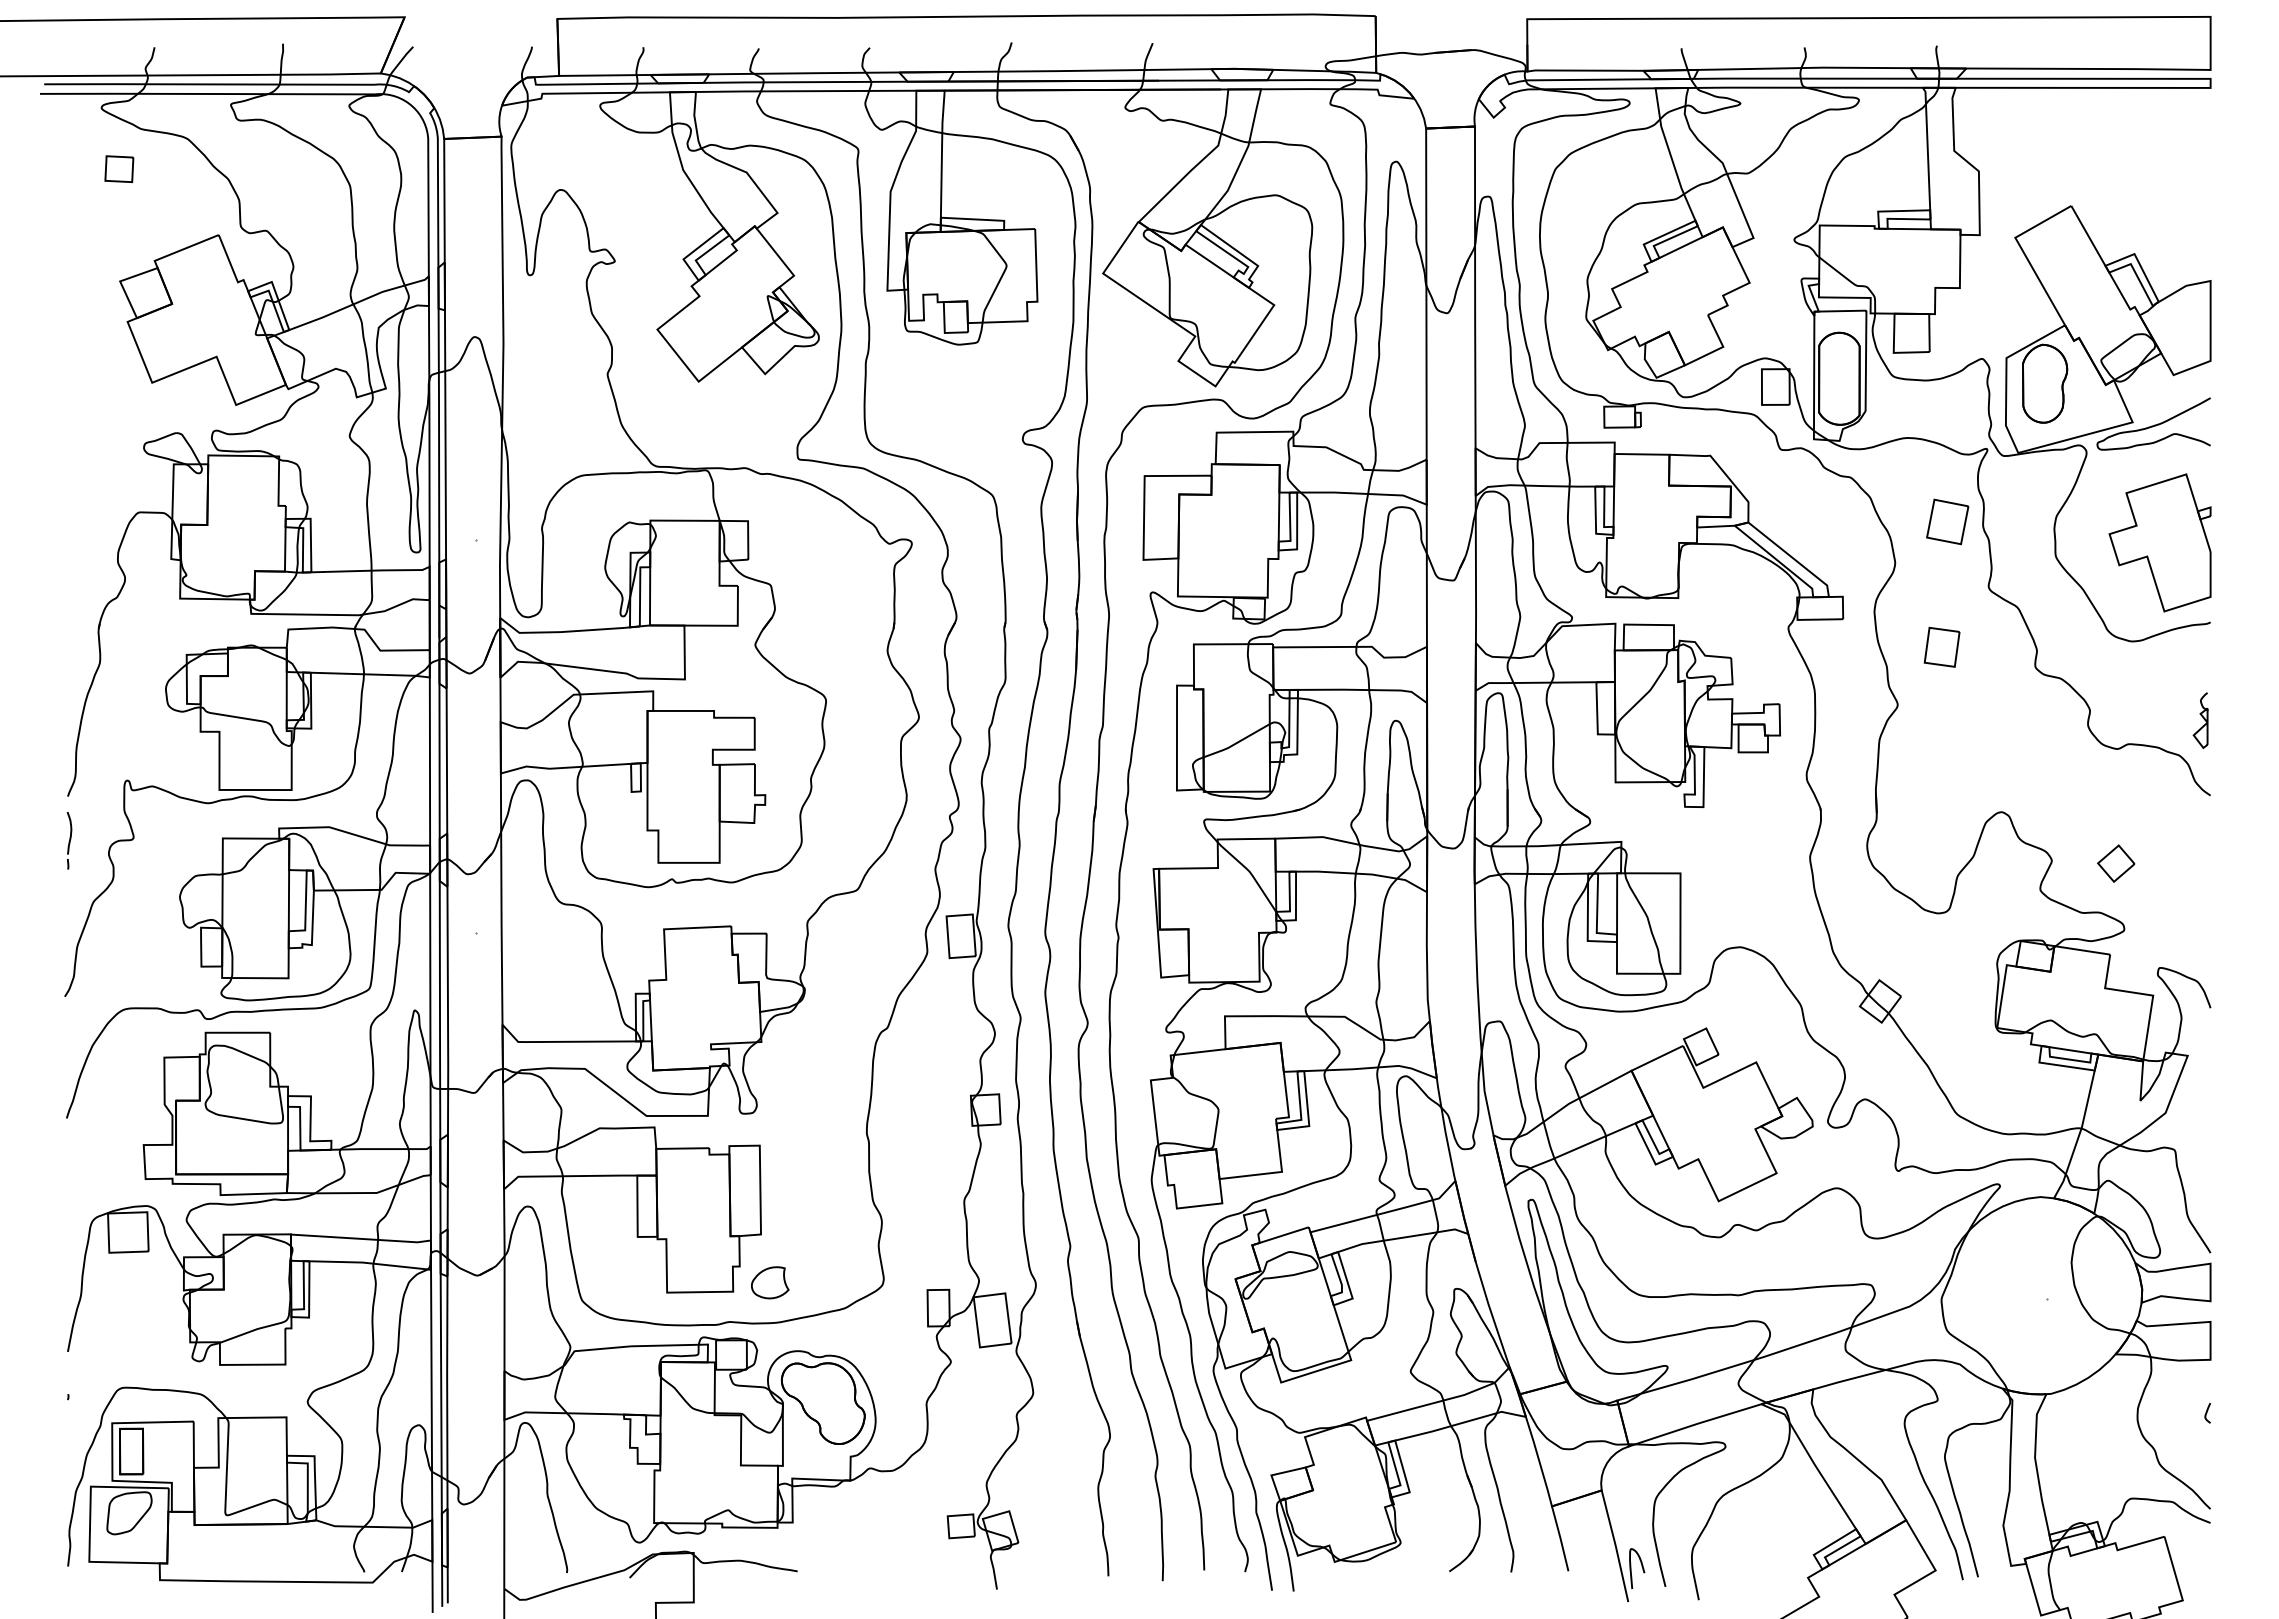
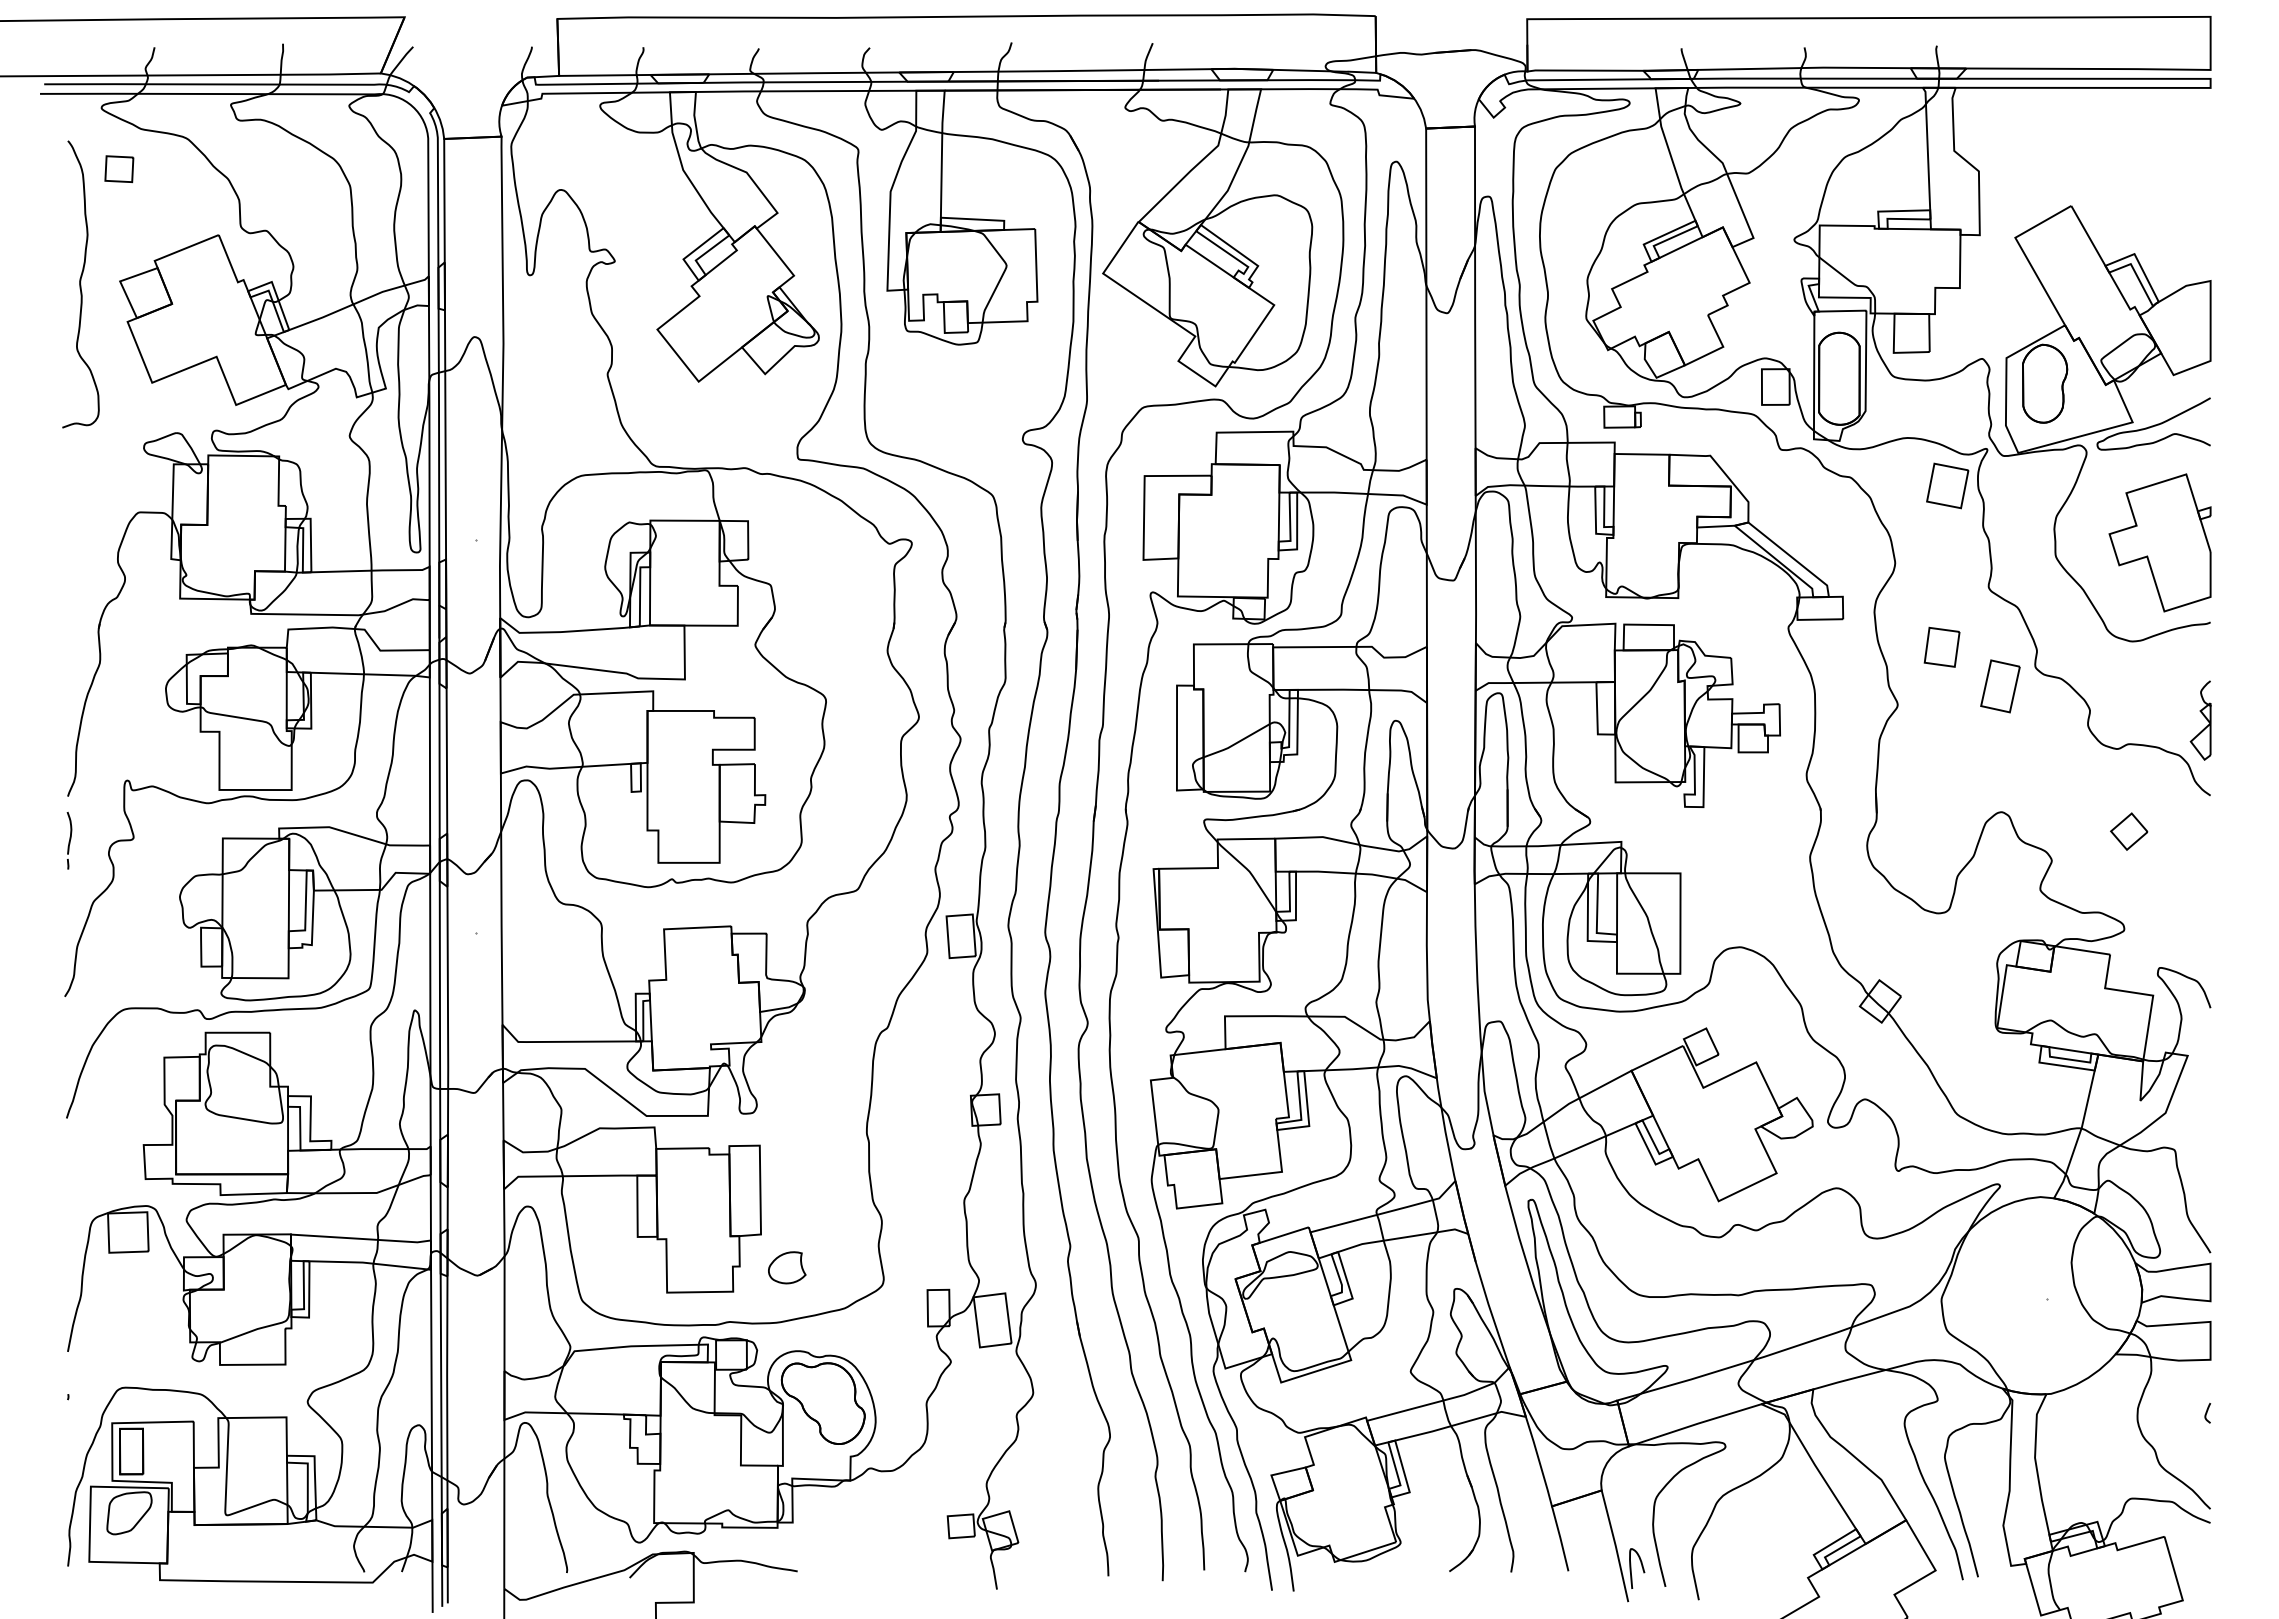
curve at (80, 284): none -> present
part at (1947, 521) position: (1947, 521) -> (1947, 485)
part at (2000, 686): none -> present
part at (2200, 720) size: 17x57 px -> 23x81 px
part at (2116, 863) position: (2116, 863) -> (2129, 831)
part at (770, 1282) position: (770, 1282) -> (787, 1267)
